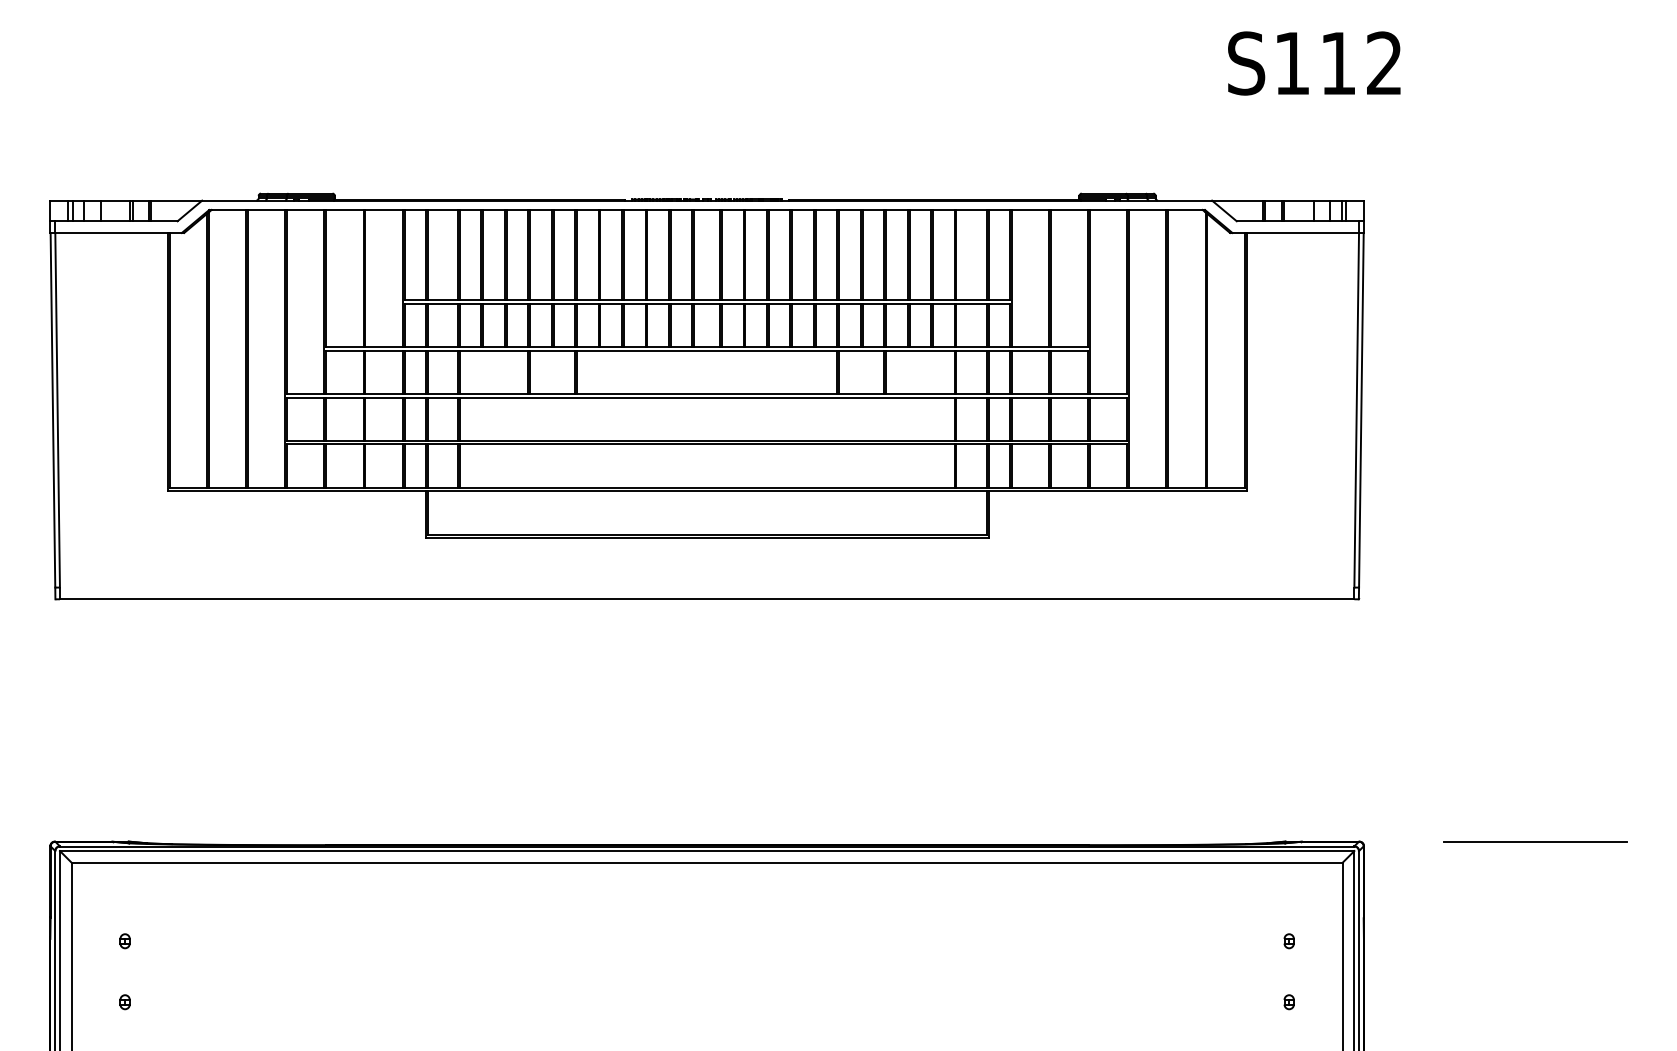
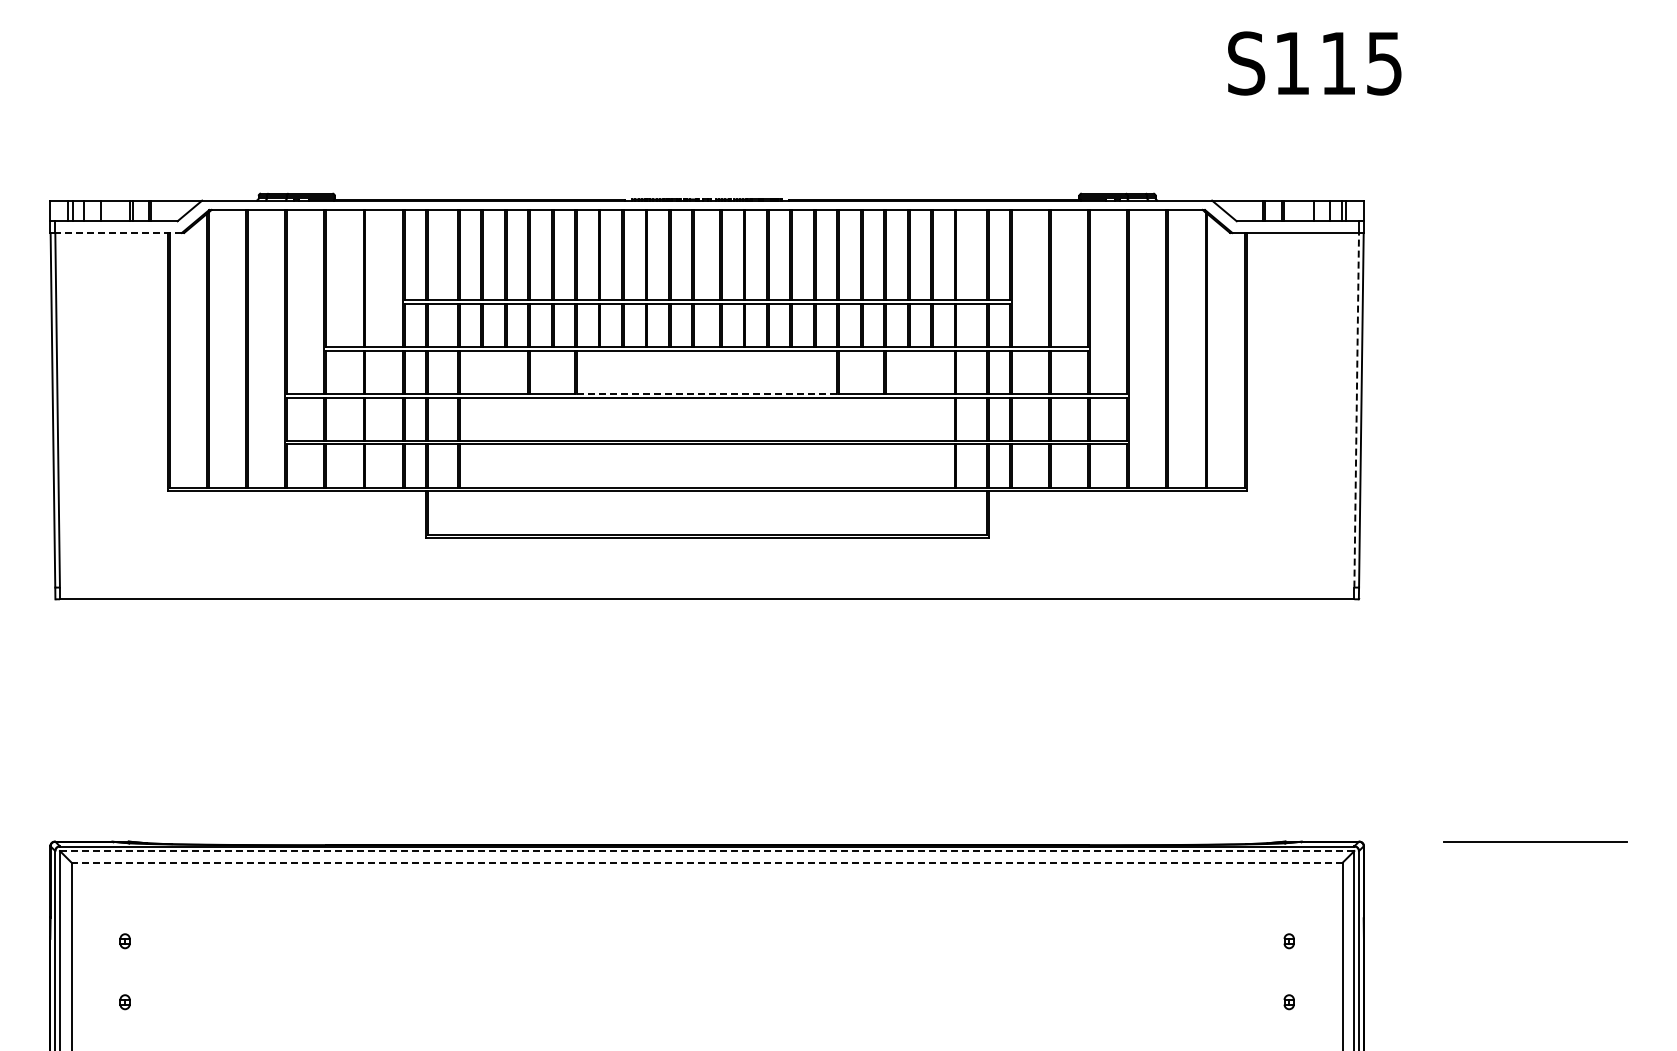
text at (1384, 63): S112 -> S115
line at (117, 233): solid -> dashed
line at (707, 393): solid -> dashed
line at (1356, 409): solid -> dashed
line at (706, 851): solid -> dashed
line at (706, 862): solid -> dashed
